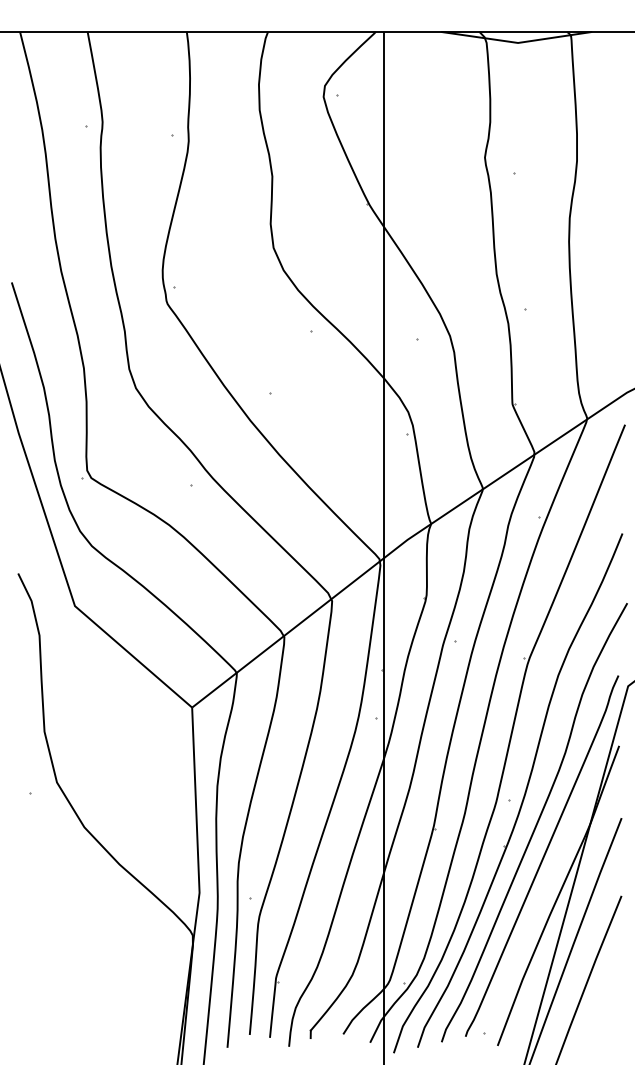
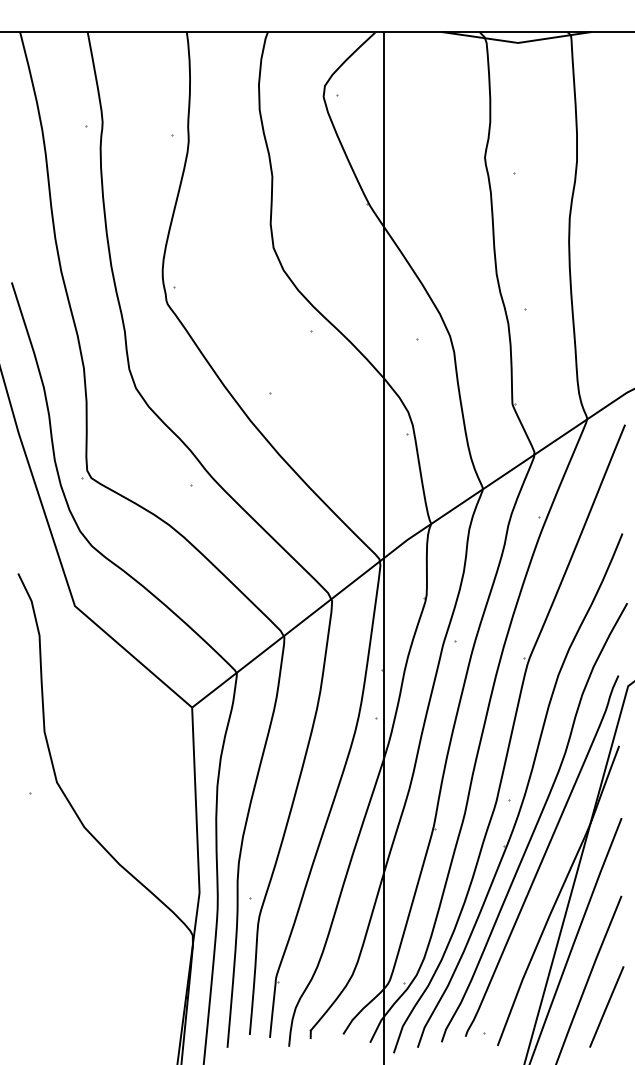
line at (606, 1006): none -> present
